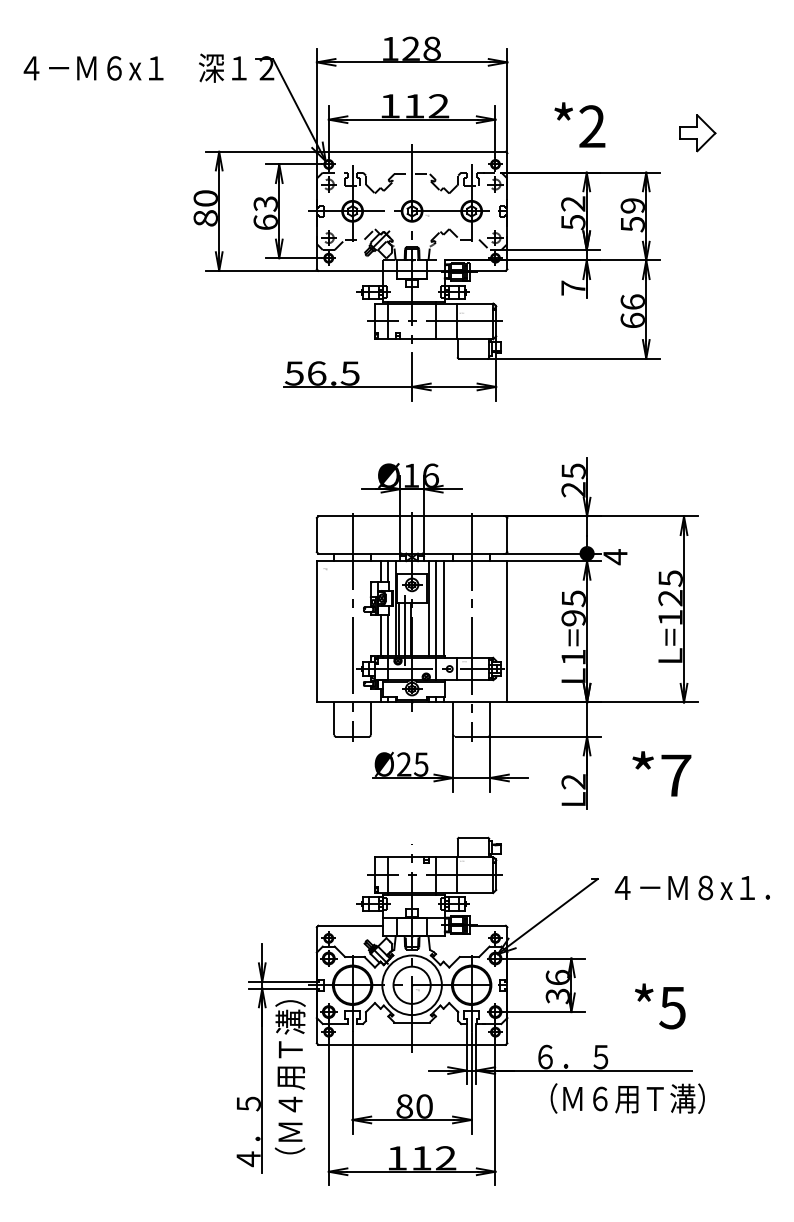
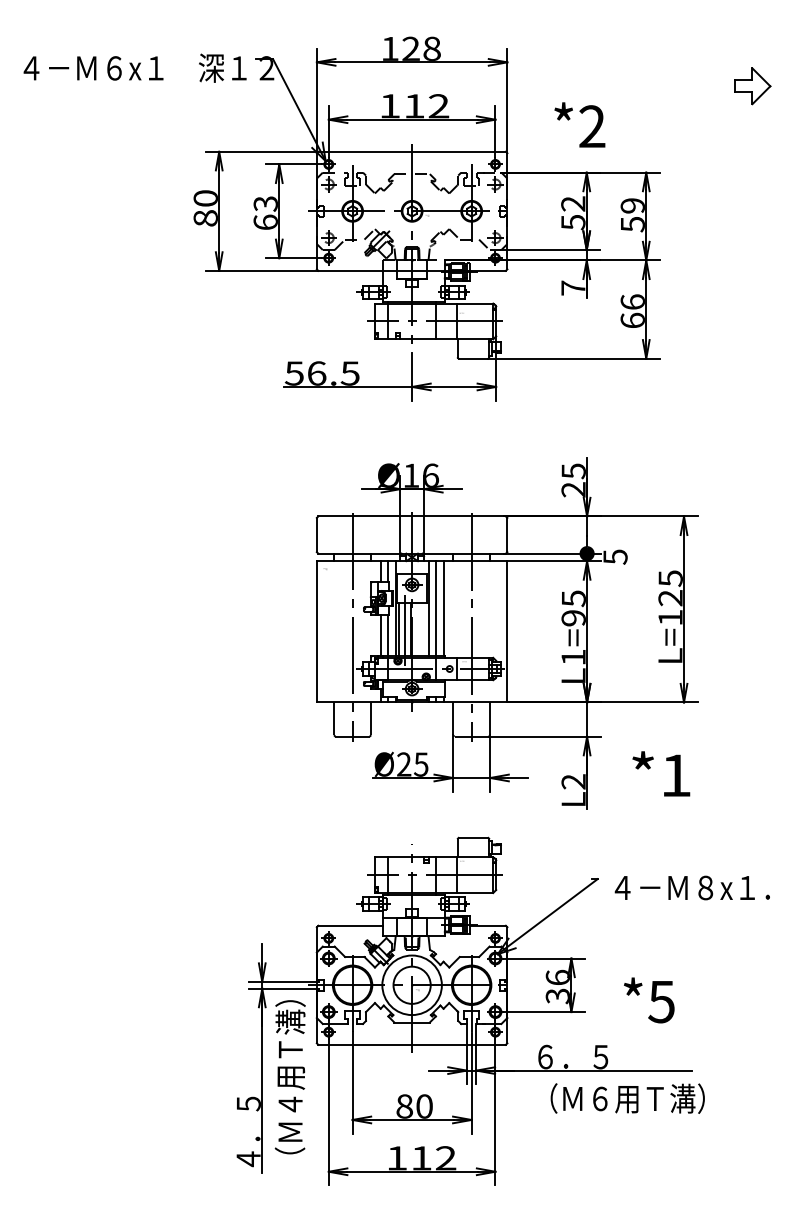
part at (697, 133) position: (697, 133) -> (752, 86)
text at (615, 557): 4 -> 5
text at (676, 775): *7 -> *1
text at (660, 1006) position: (660, 1006) -> (649, 1000)
